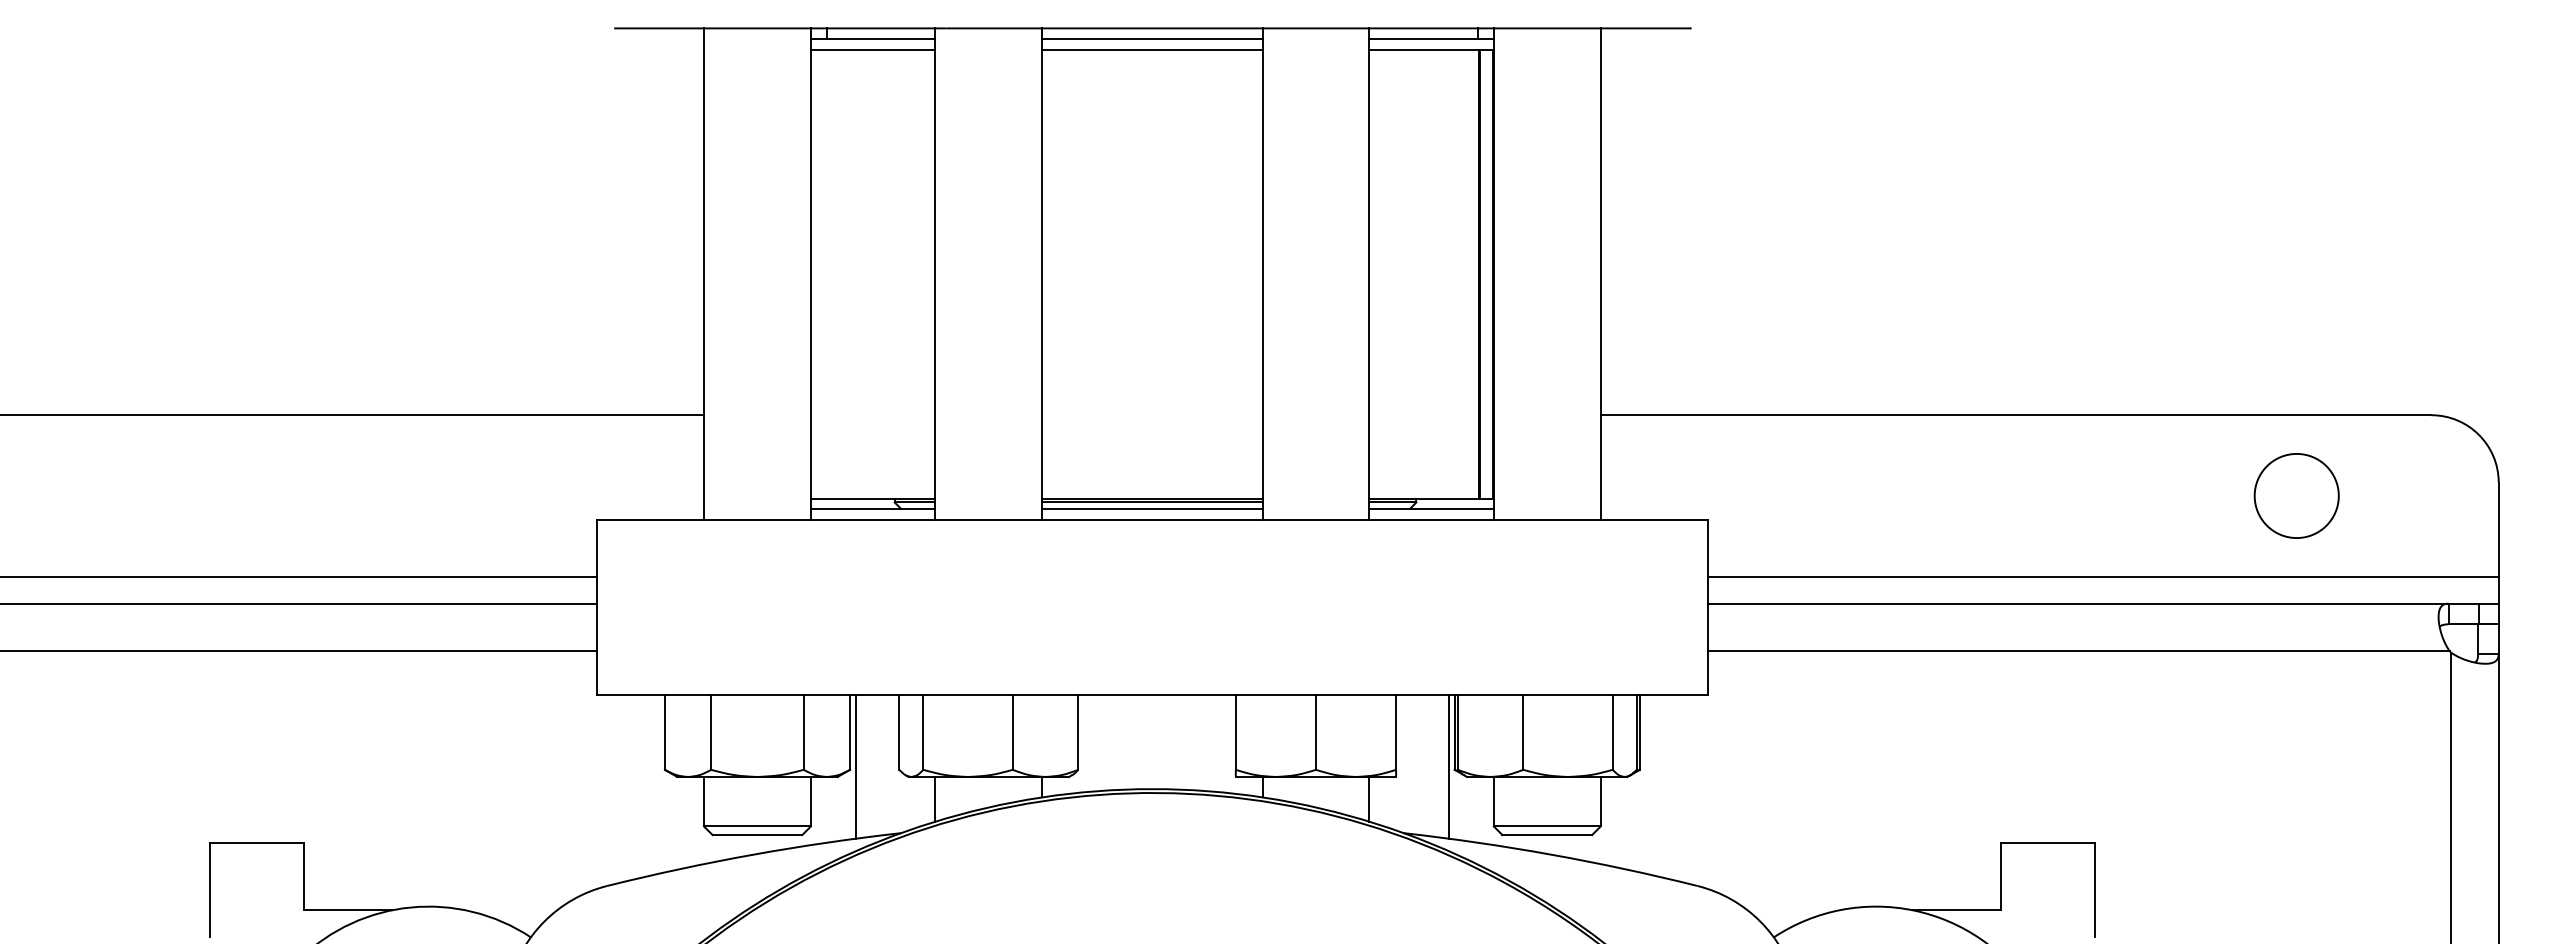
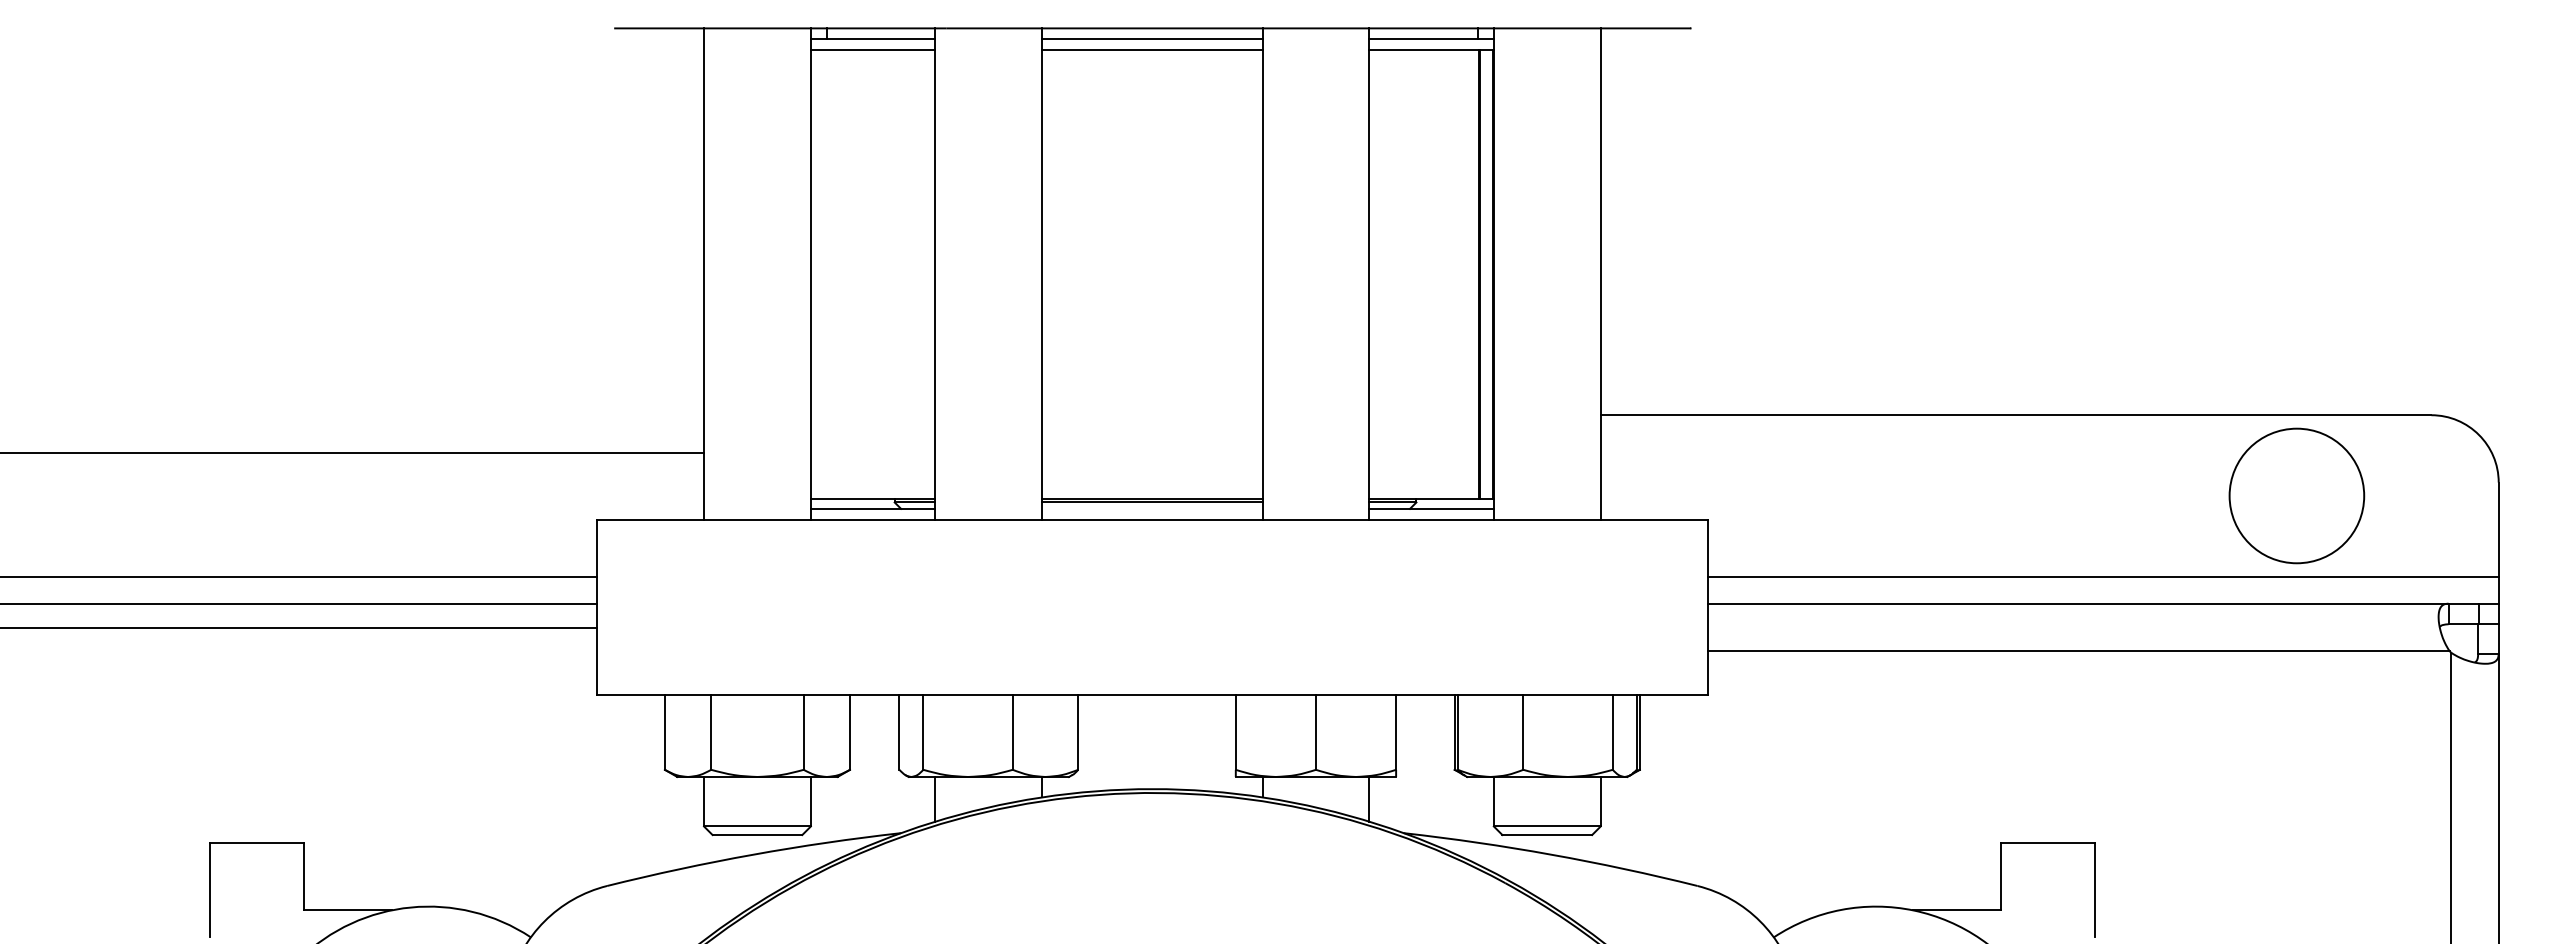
line at (353, 415) position: (353, 415) -> (353, 453)
circle at (2296, 495) size: 87x86 px -> 138x138 px
line at (1152, 508): present -> none
line at (299, 651) position: (299, 651) -> (299, 628)
line at (856, 766): present -> none
line at (1448, 766): present -> none
